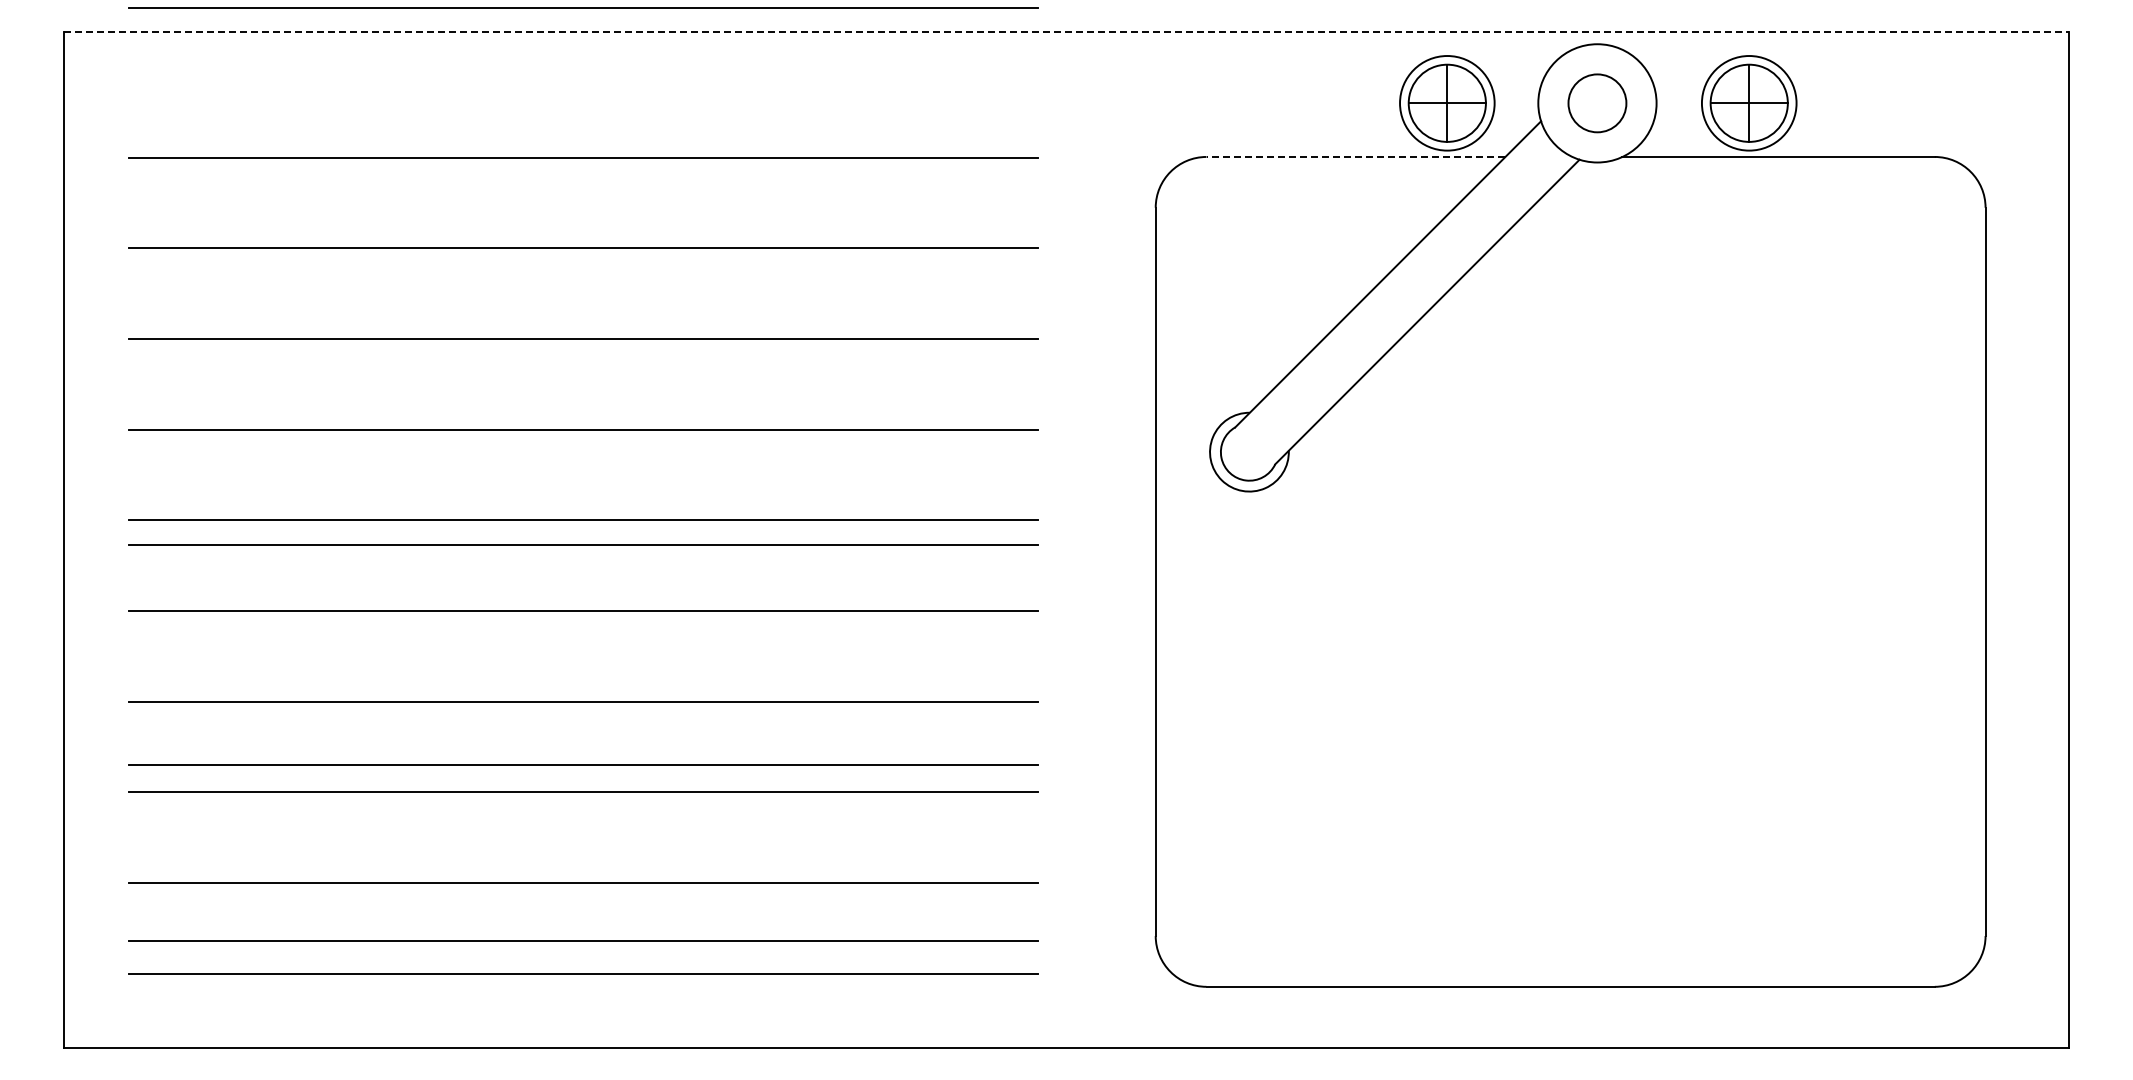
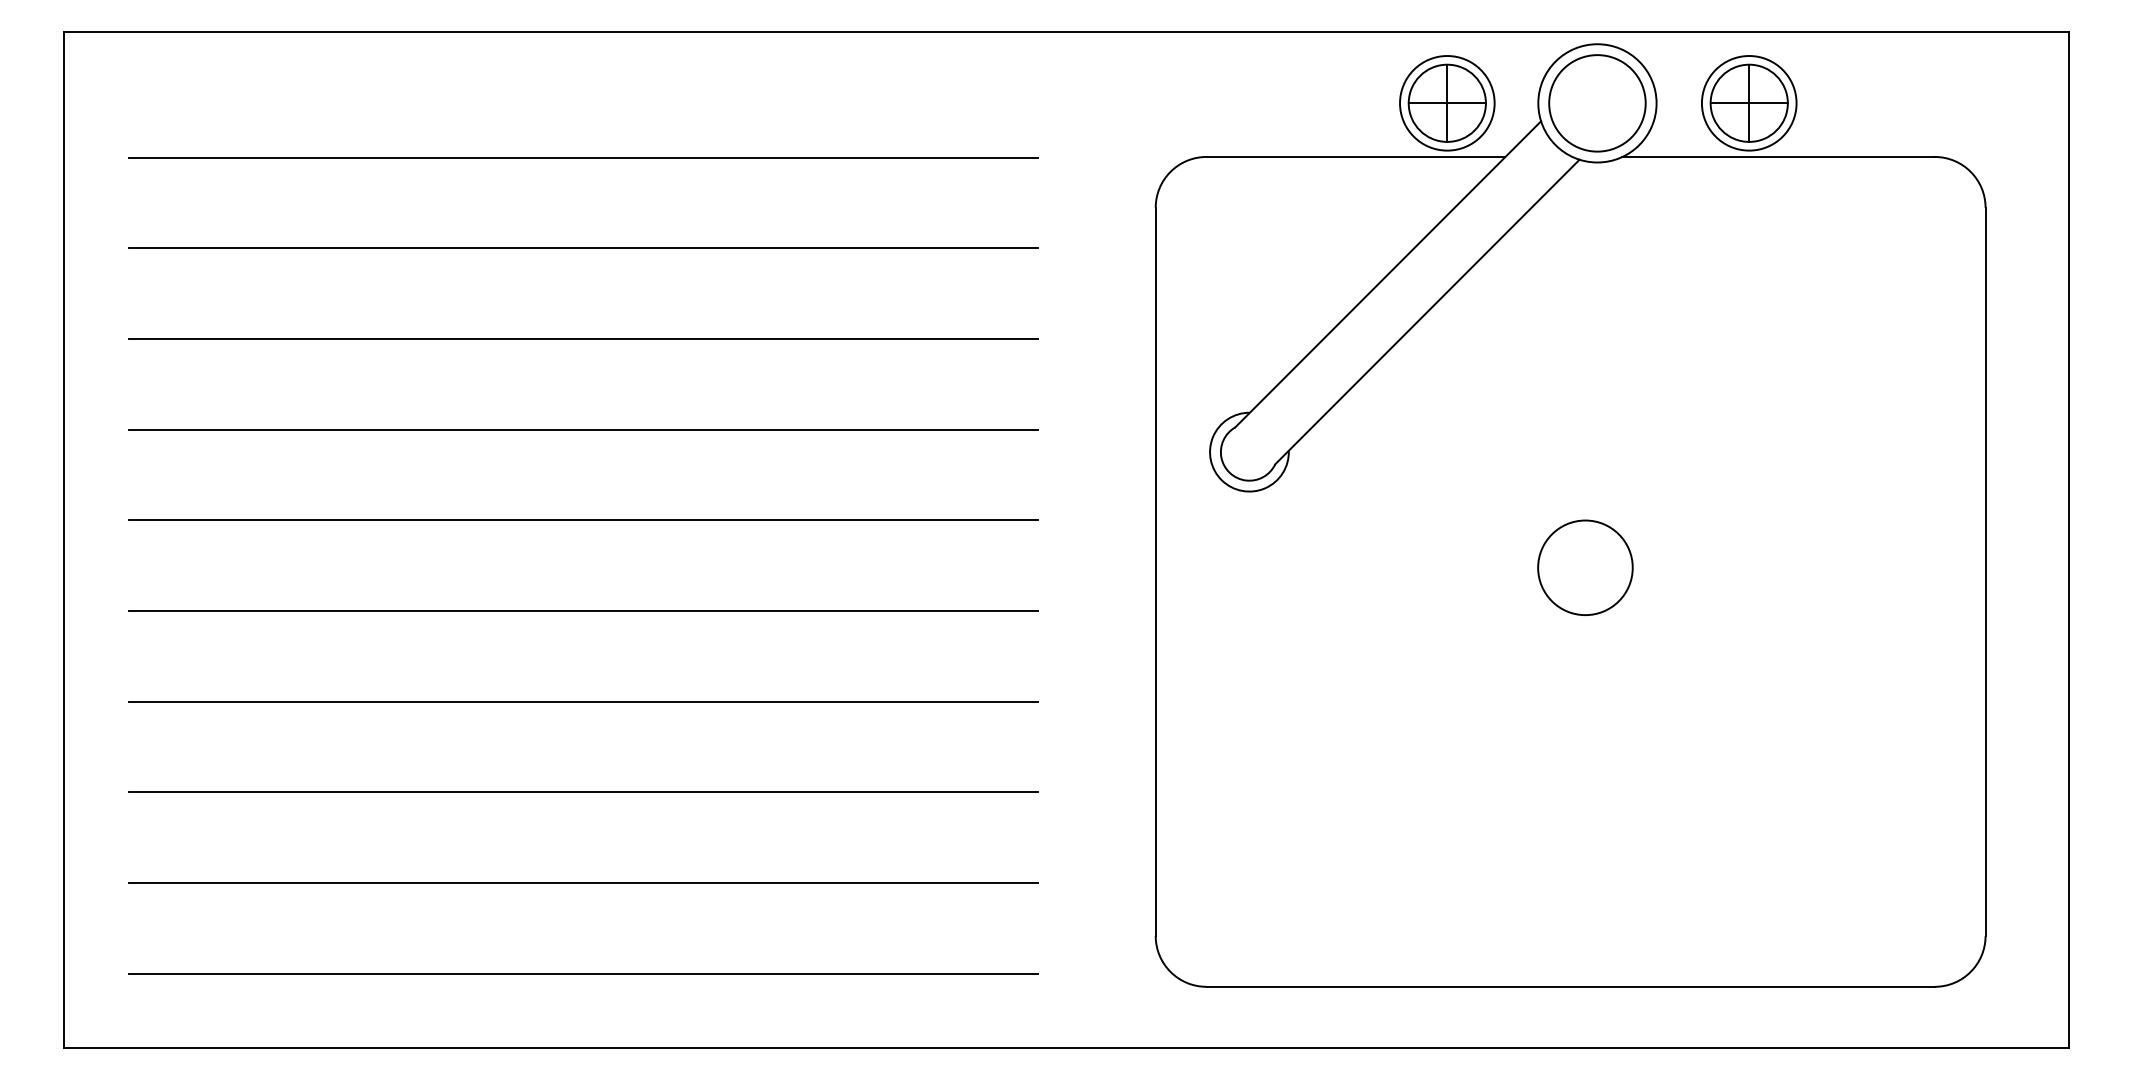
line at (583, 7): present -> none
line at (1066, 32): dashed -> solid
circle at (1597, 103) diameter: 58 px -> 97 px
line at (1355, 156): dashed -> solid
line at (583, 544): present -> none
circle at (1585, 567): none -> present
line at (583, 764): present -> none
line at (583, 940): present -> none
